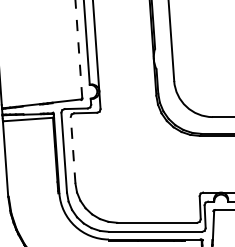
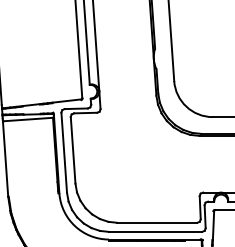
line at (78, 49): dashed -> solid
line at (73, 149): dashed -> solid
